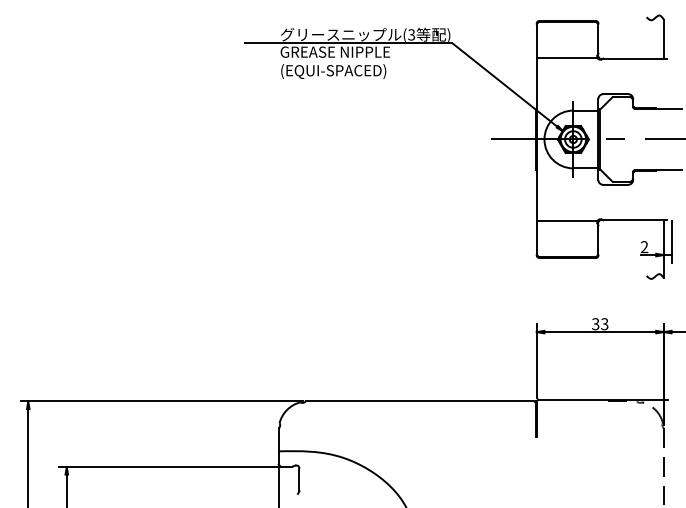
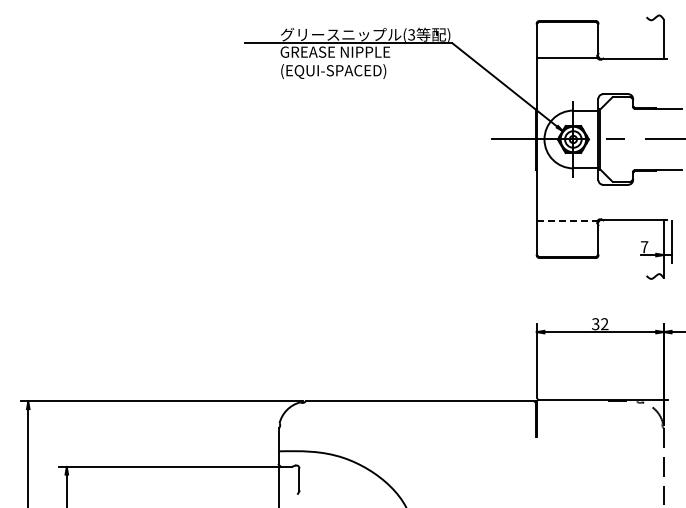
line at (567, 221): solid -> dashed
text at (644, 247): 2 -> 7
text at (604, 324): 33 -> 32
